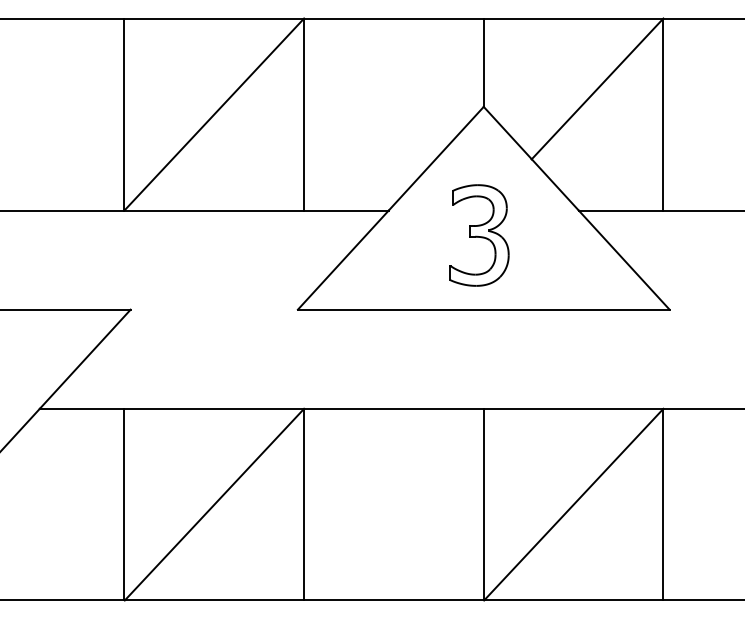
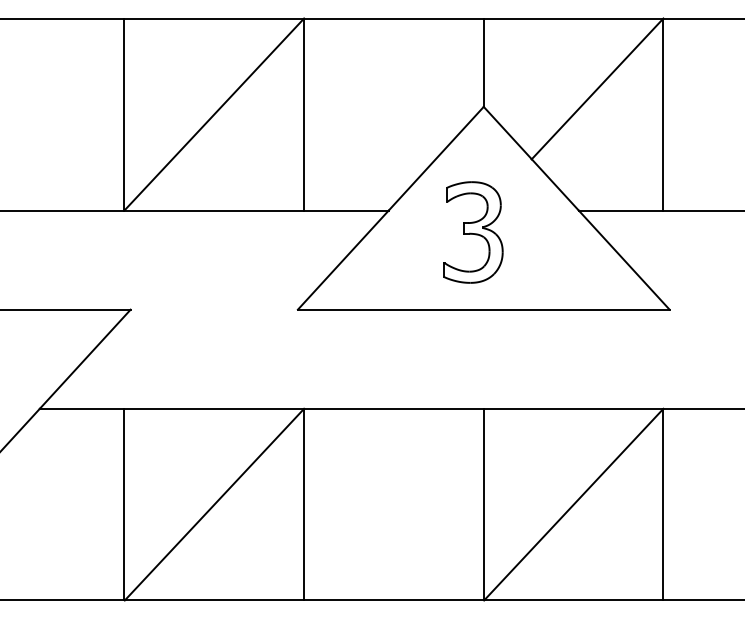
part at (479, 235) position: (479, 235) -> (473, 232)
